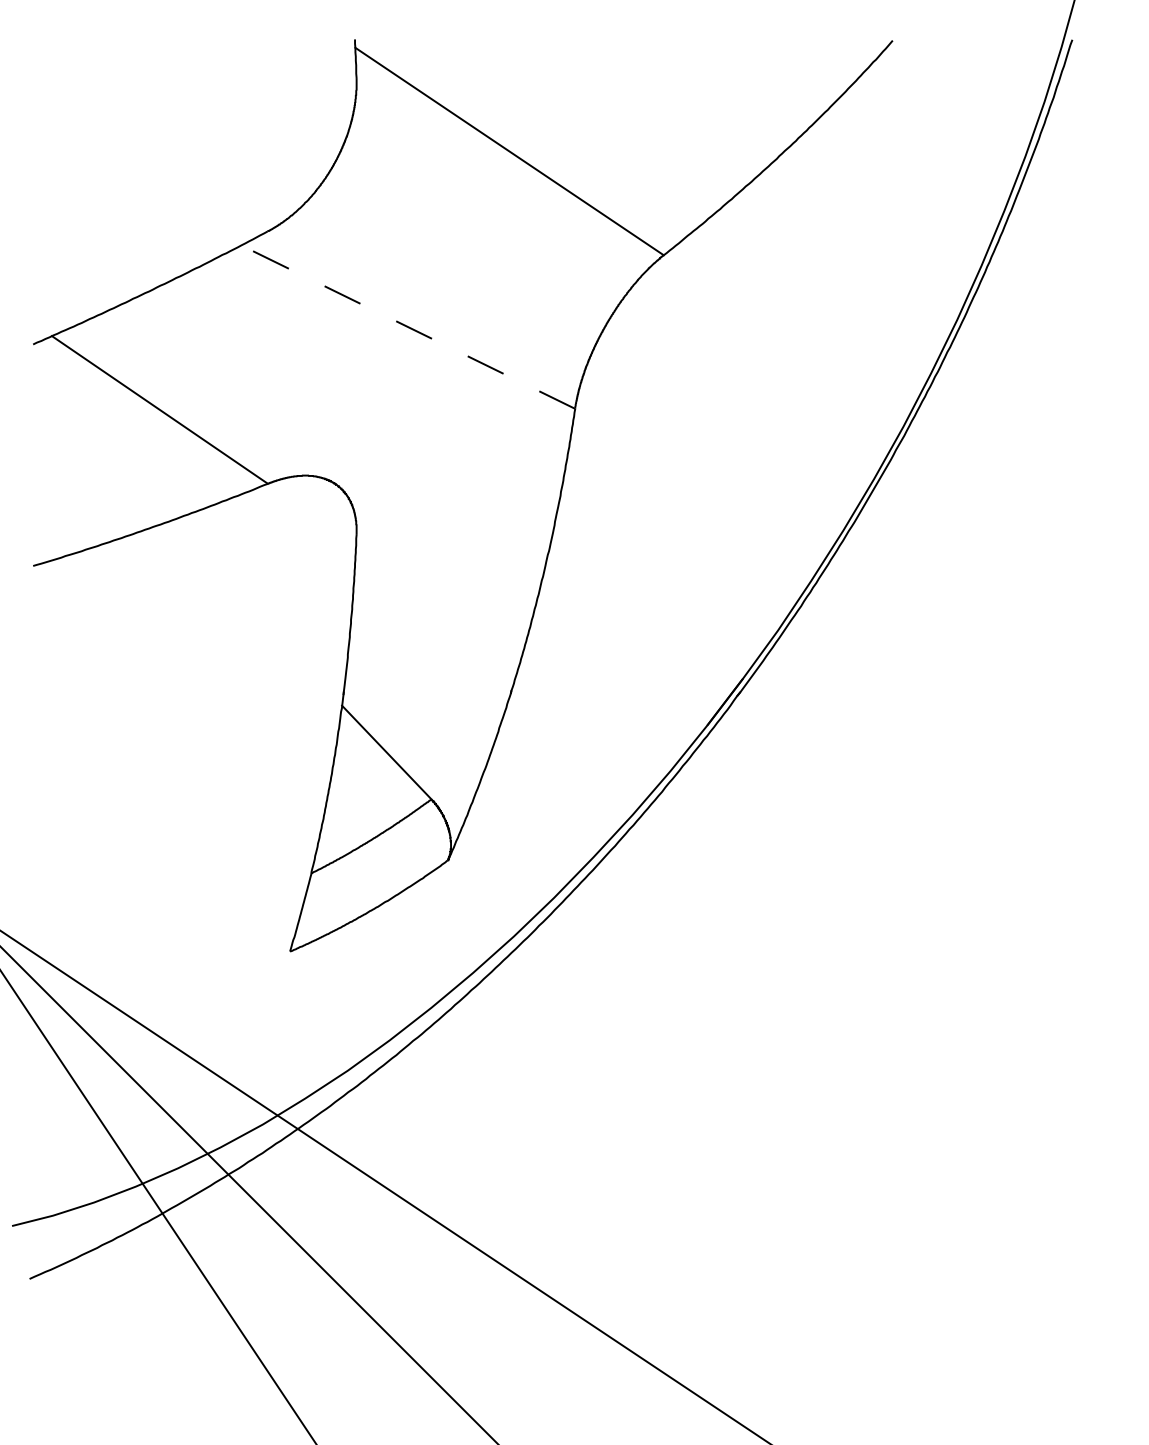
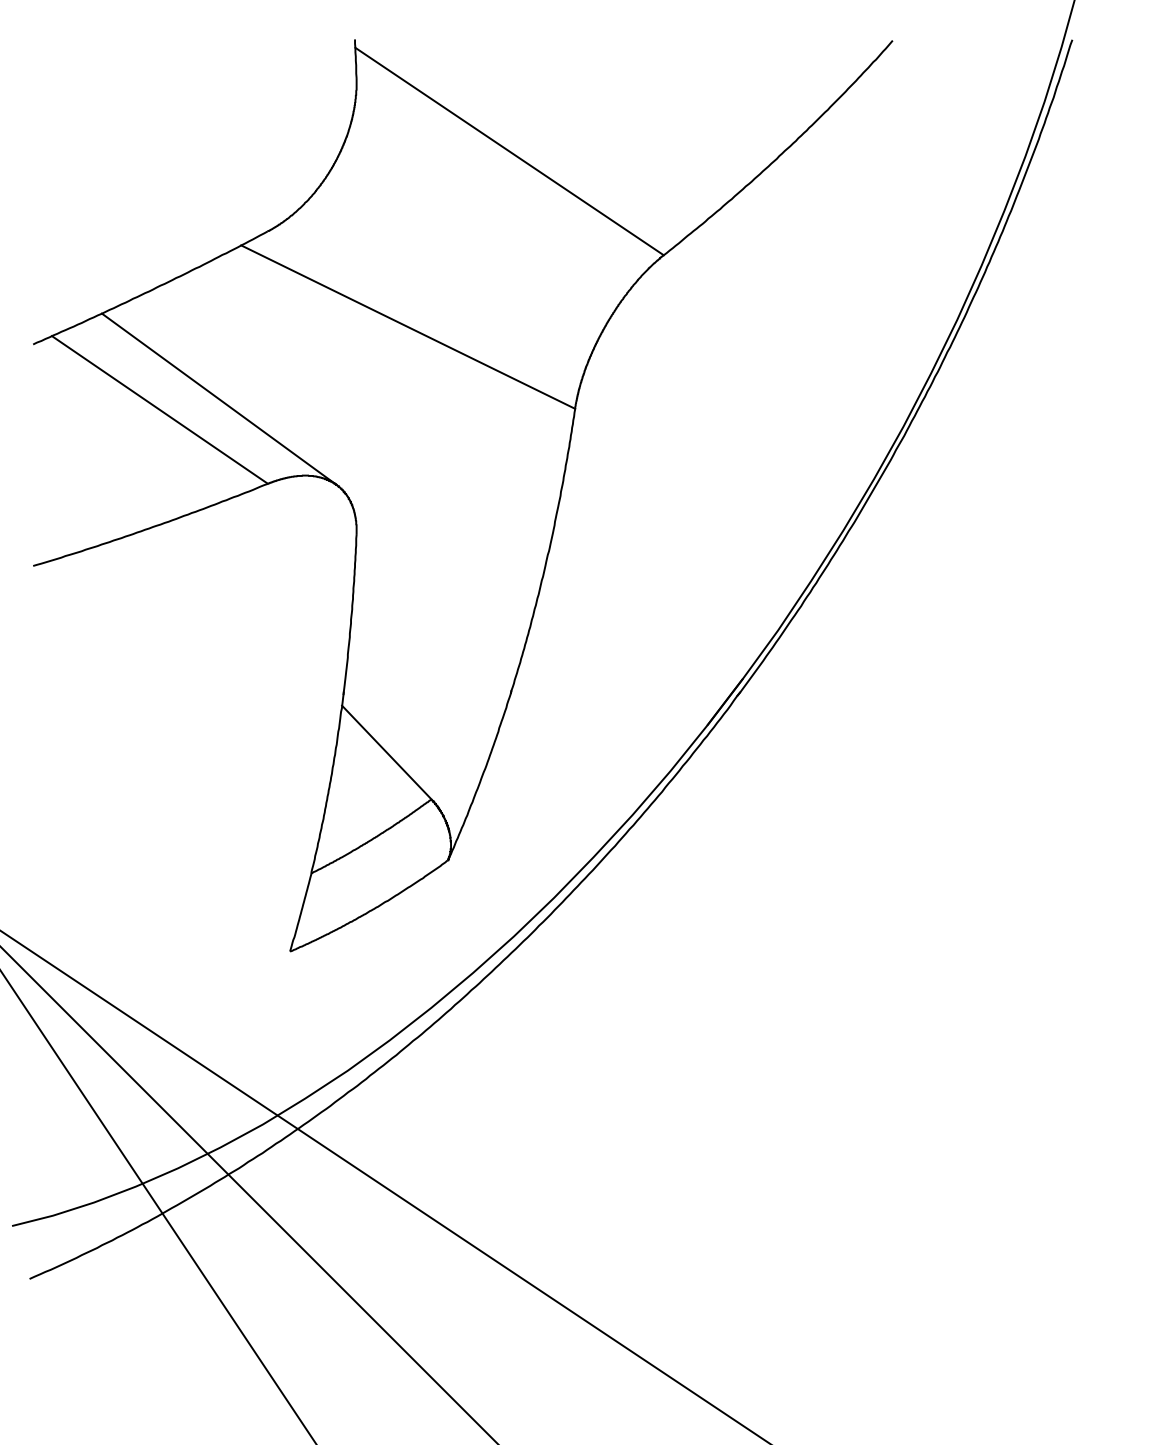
line at (408, 327): dashed -> solid
line at (218, 399): none -> present
